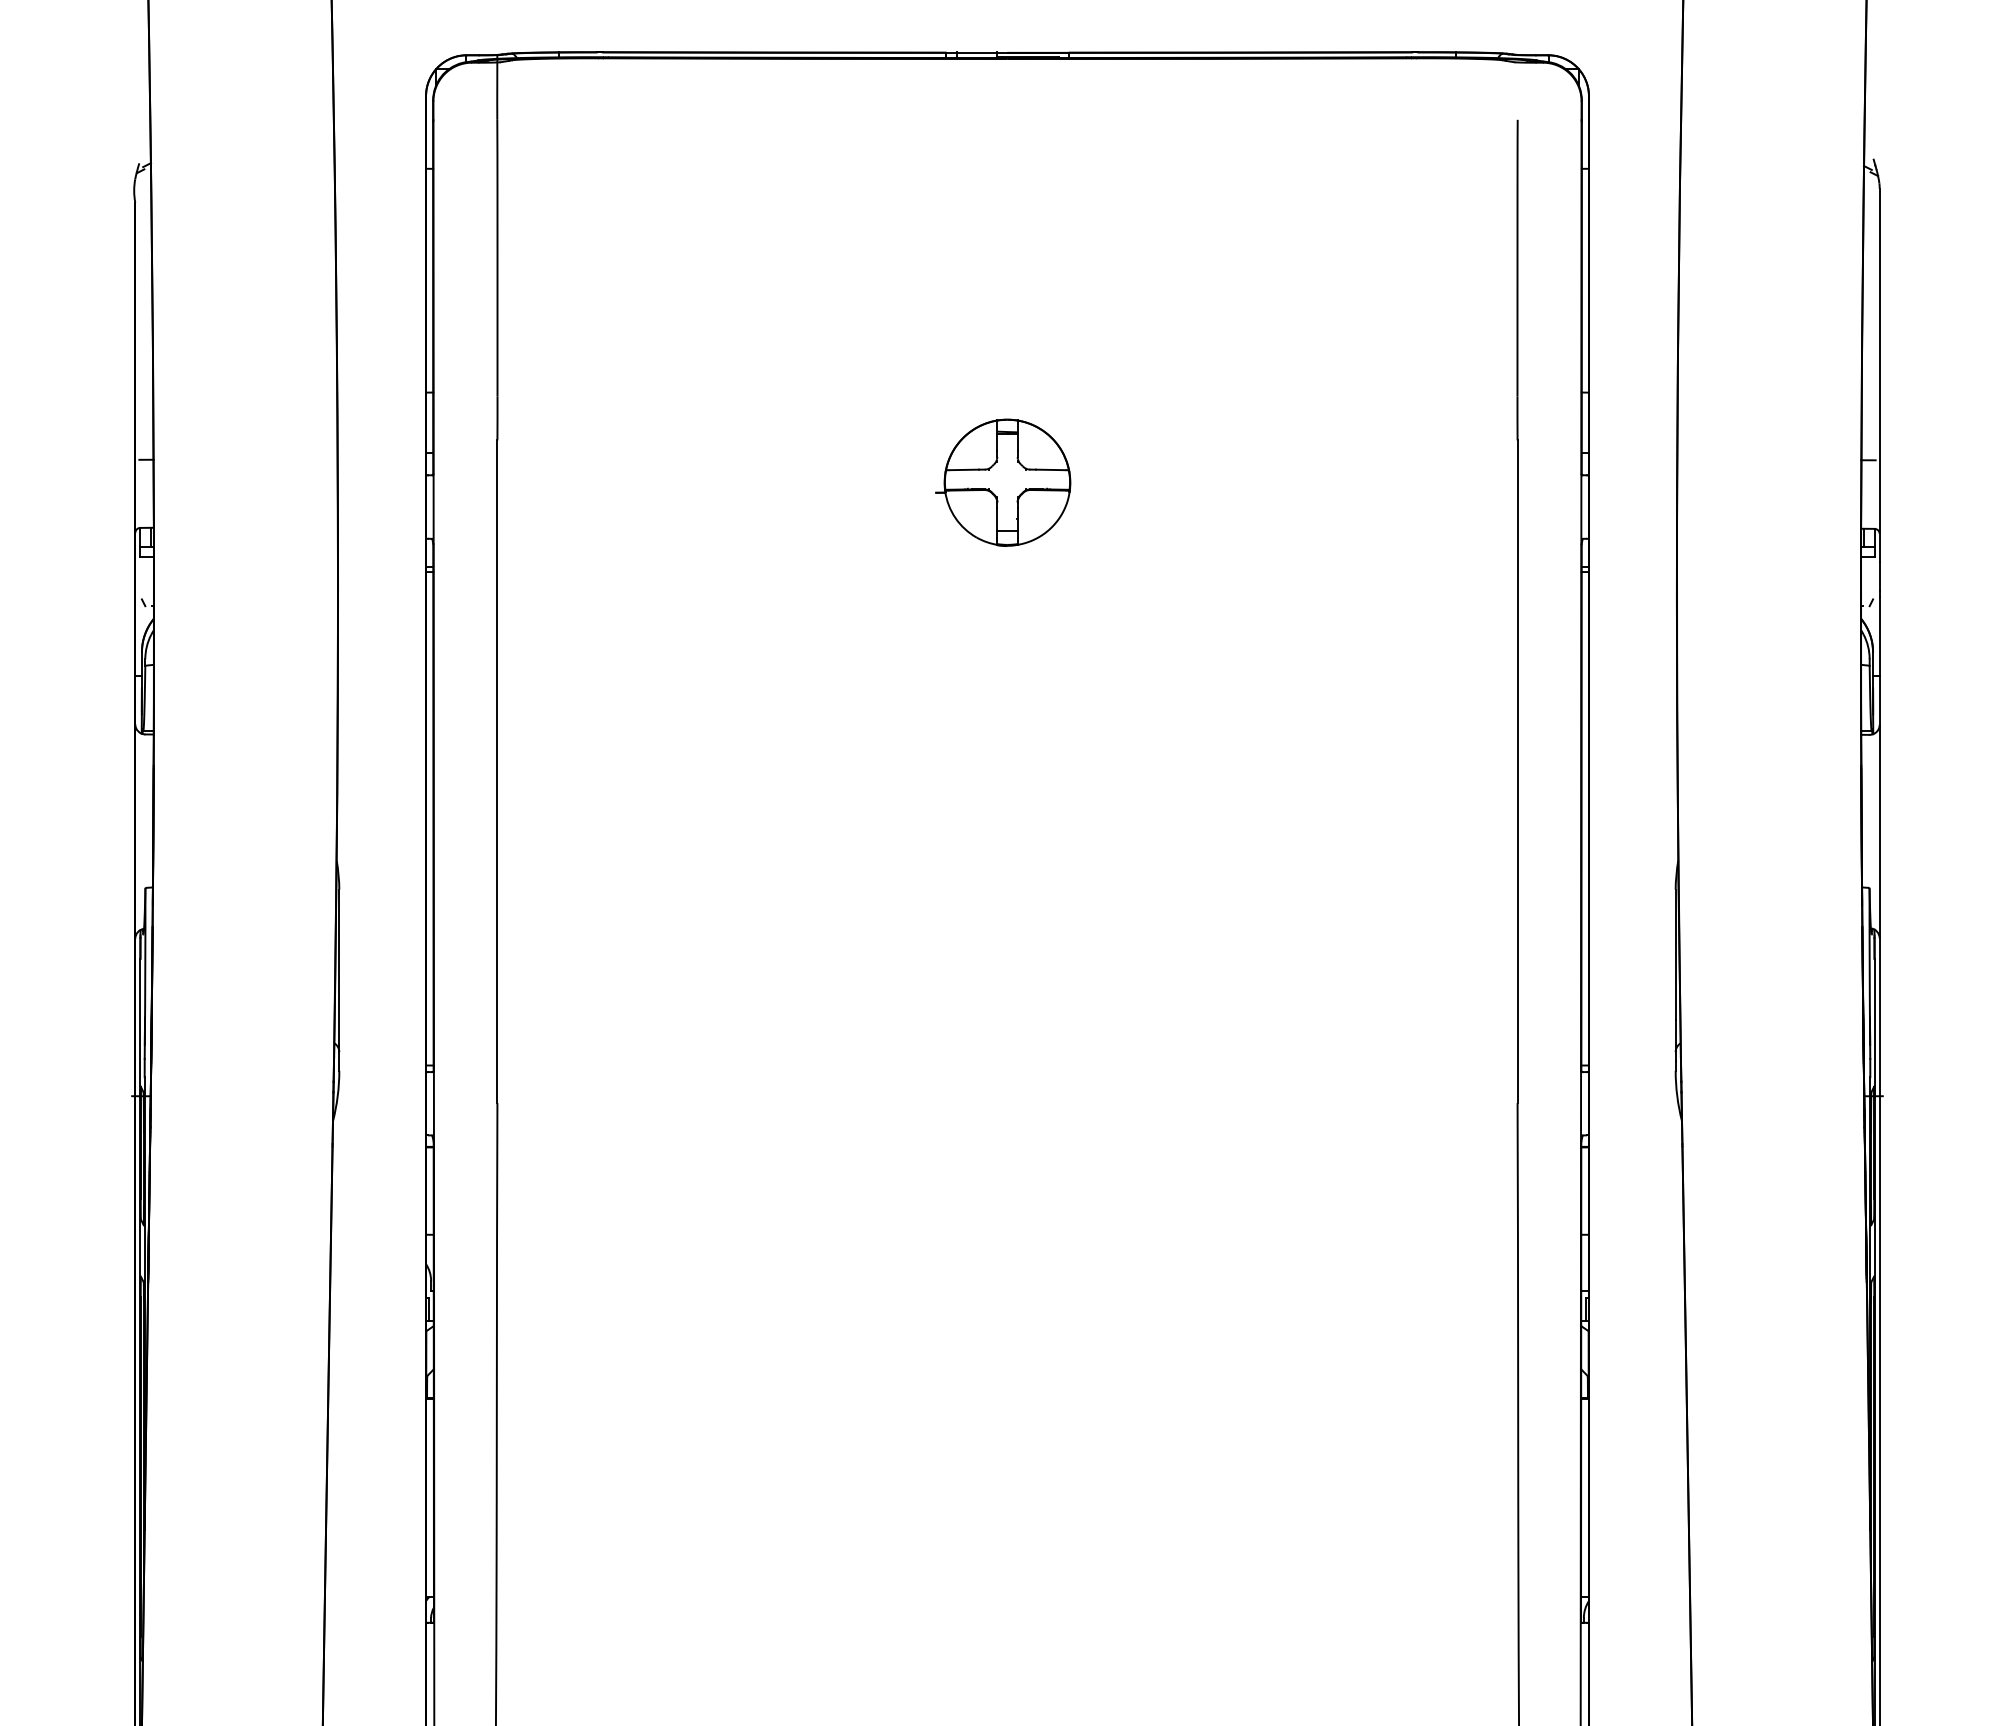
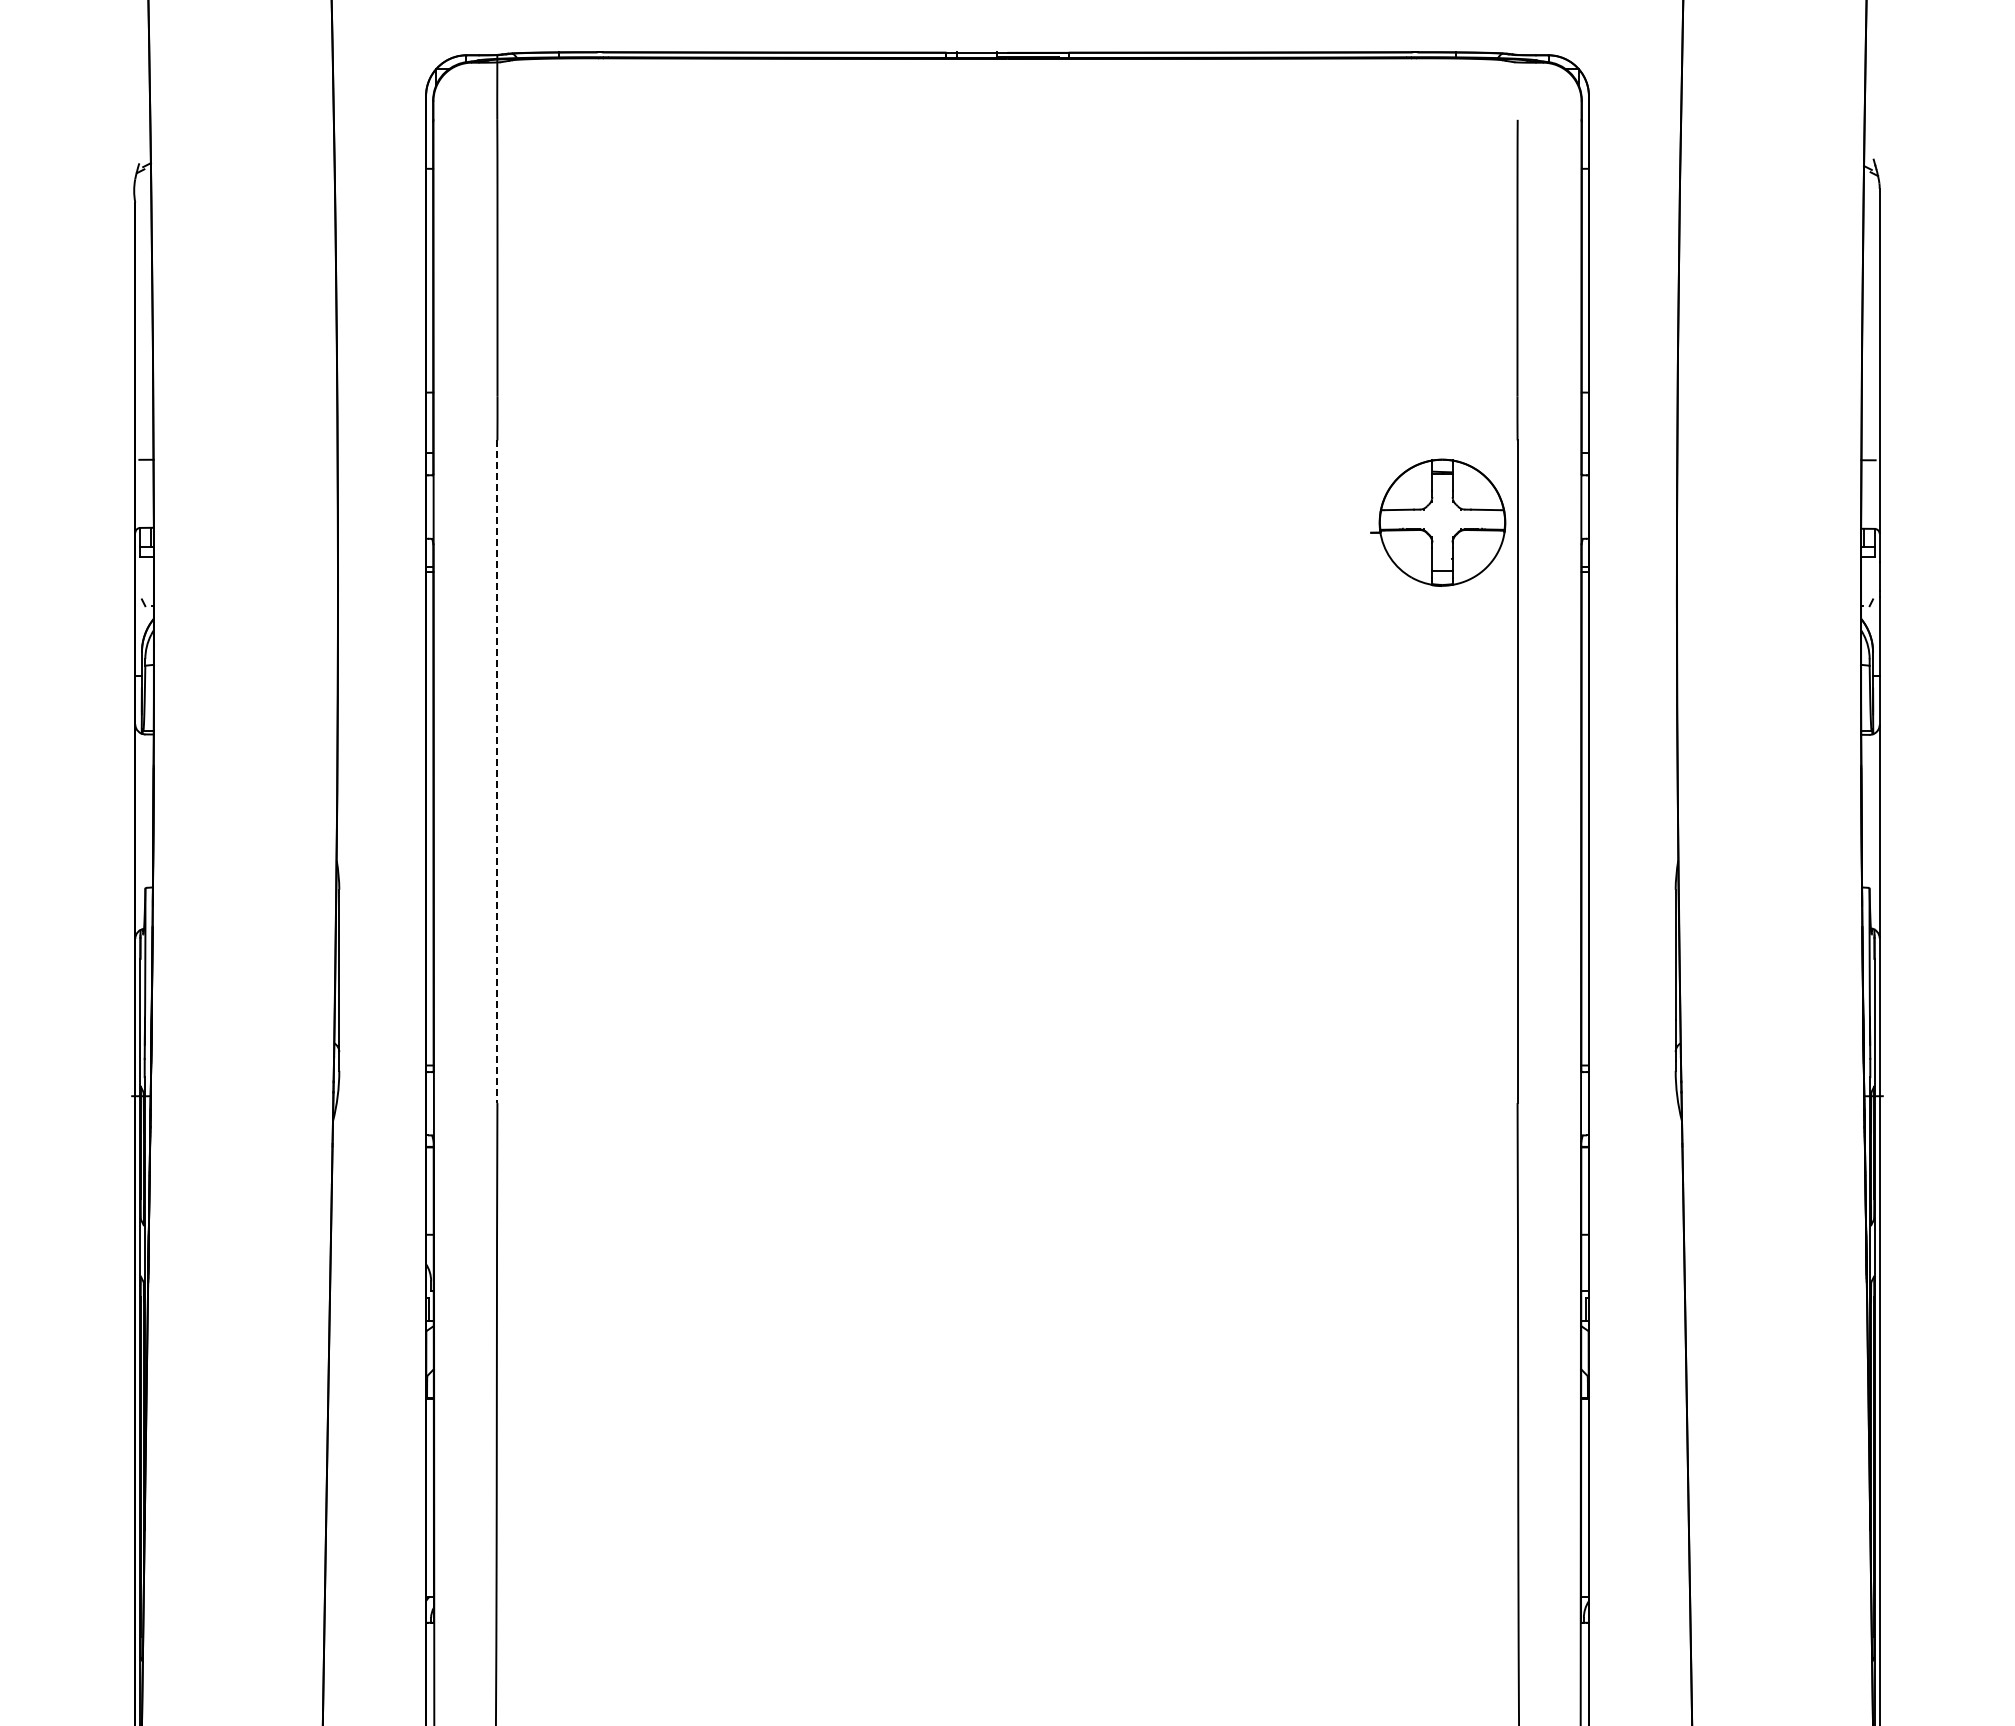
part at (1003, 482) position: (1003, 482) -> (1438, 522)
line at (497, 772): solid -> dashed
